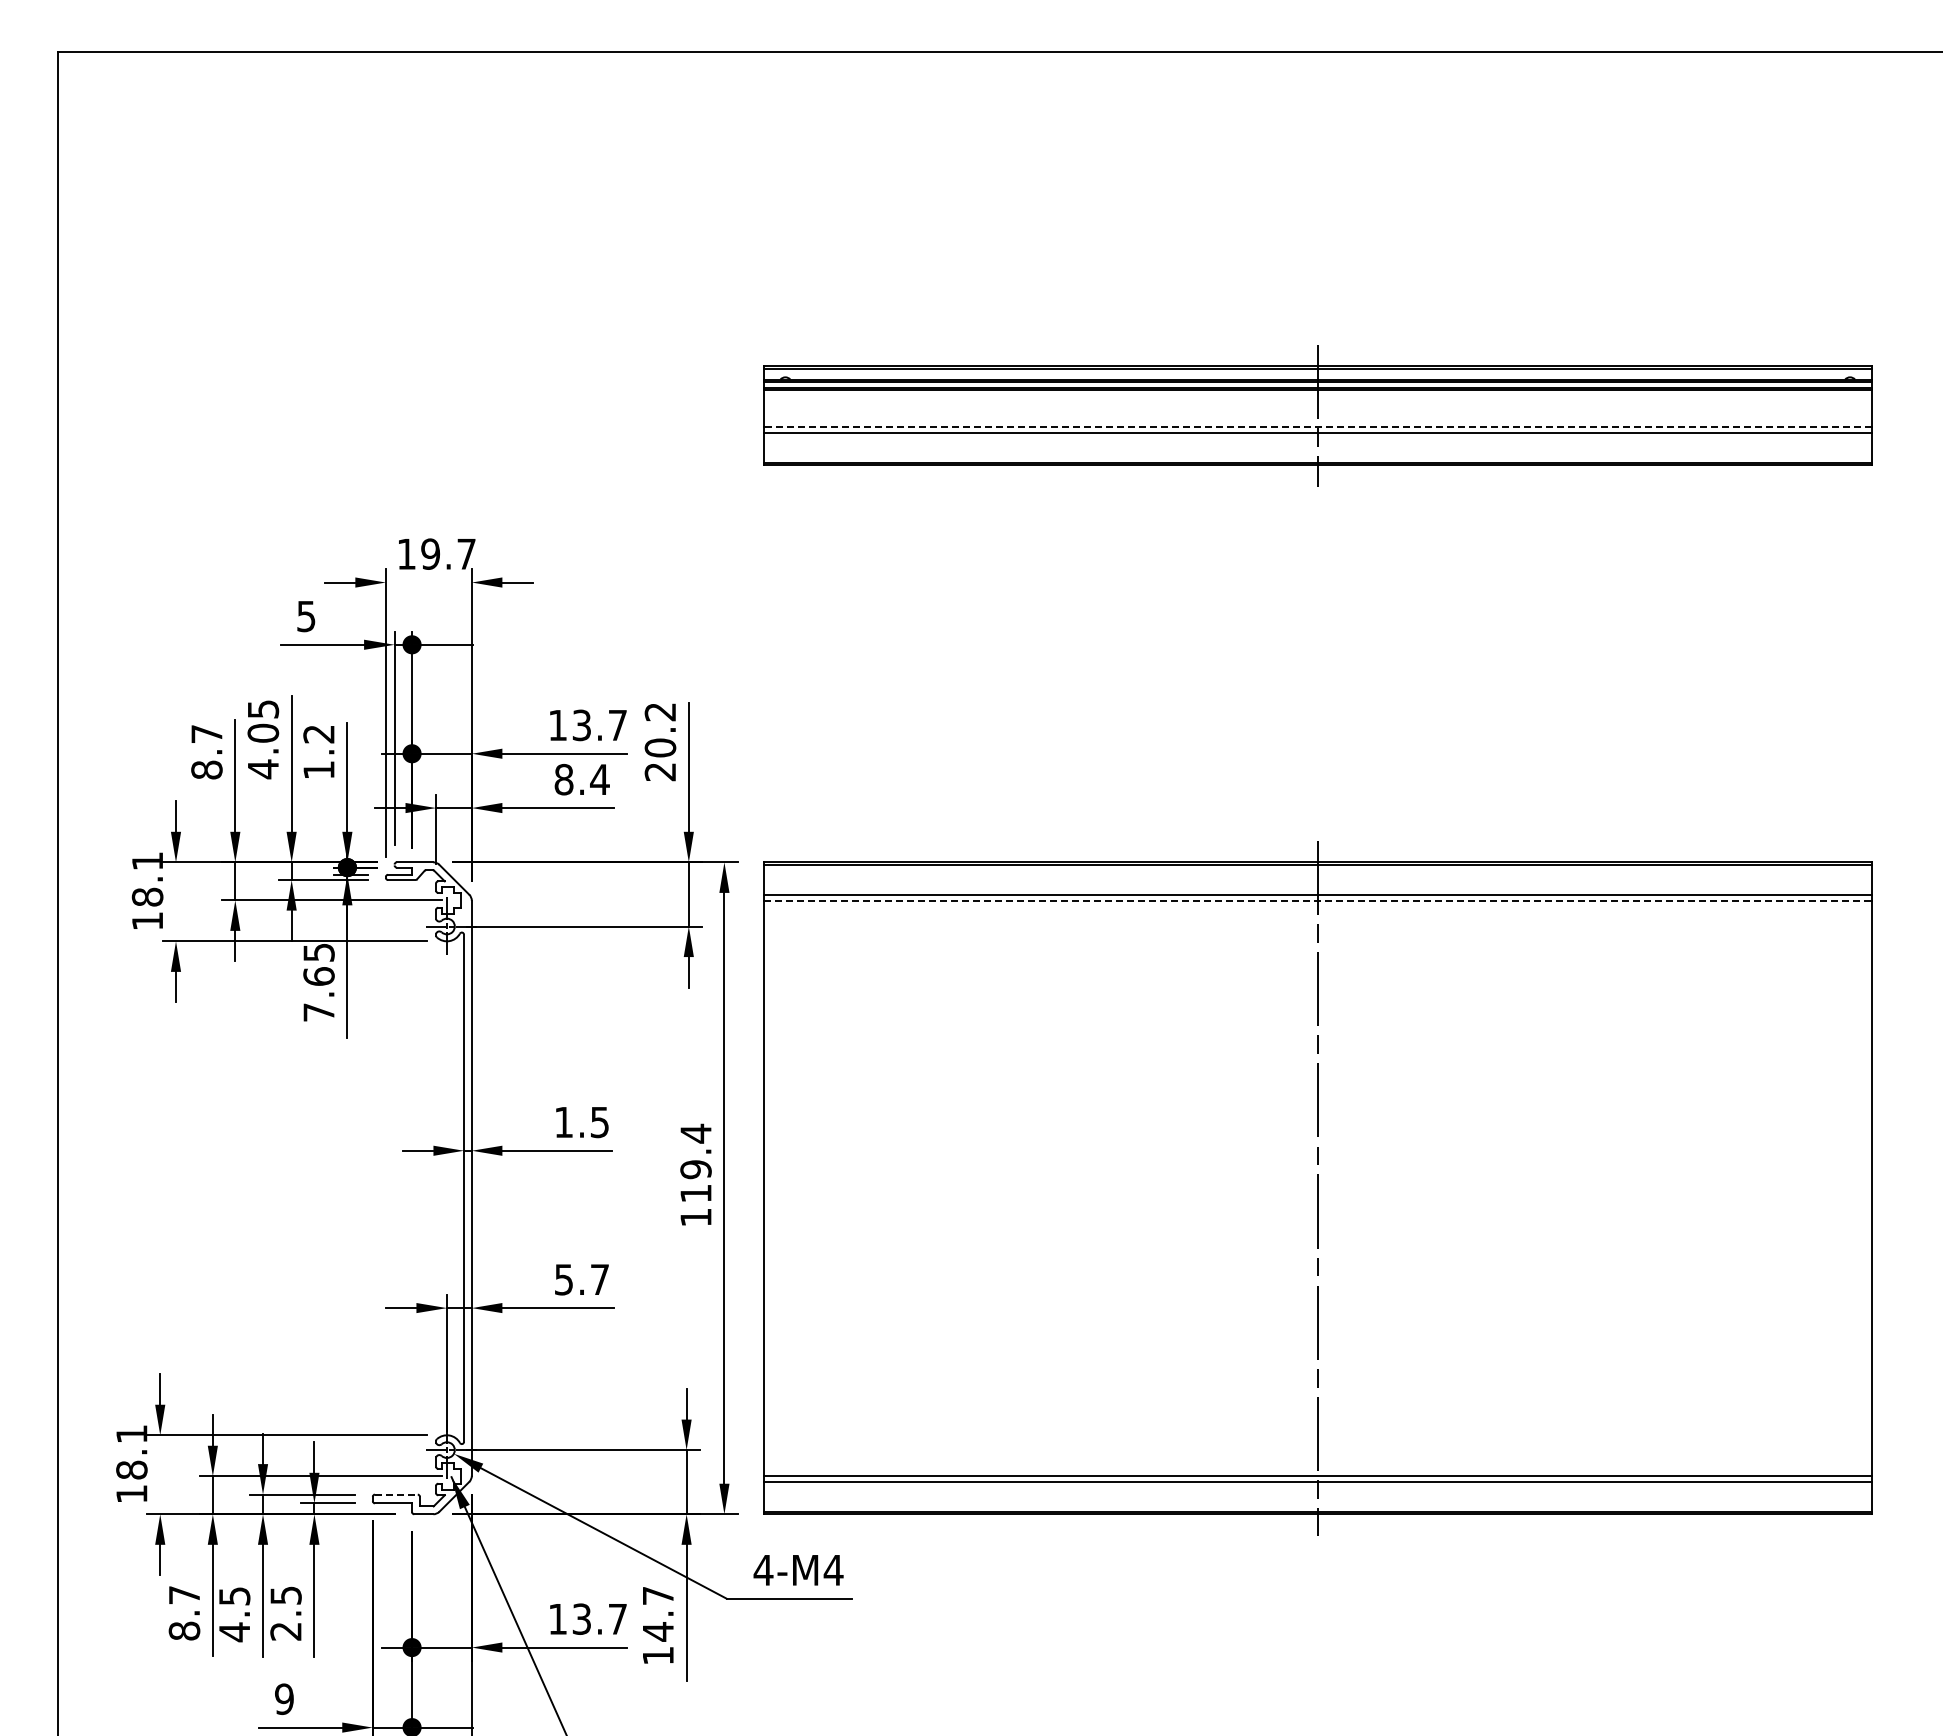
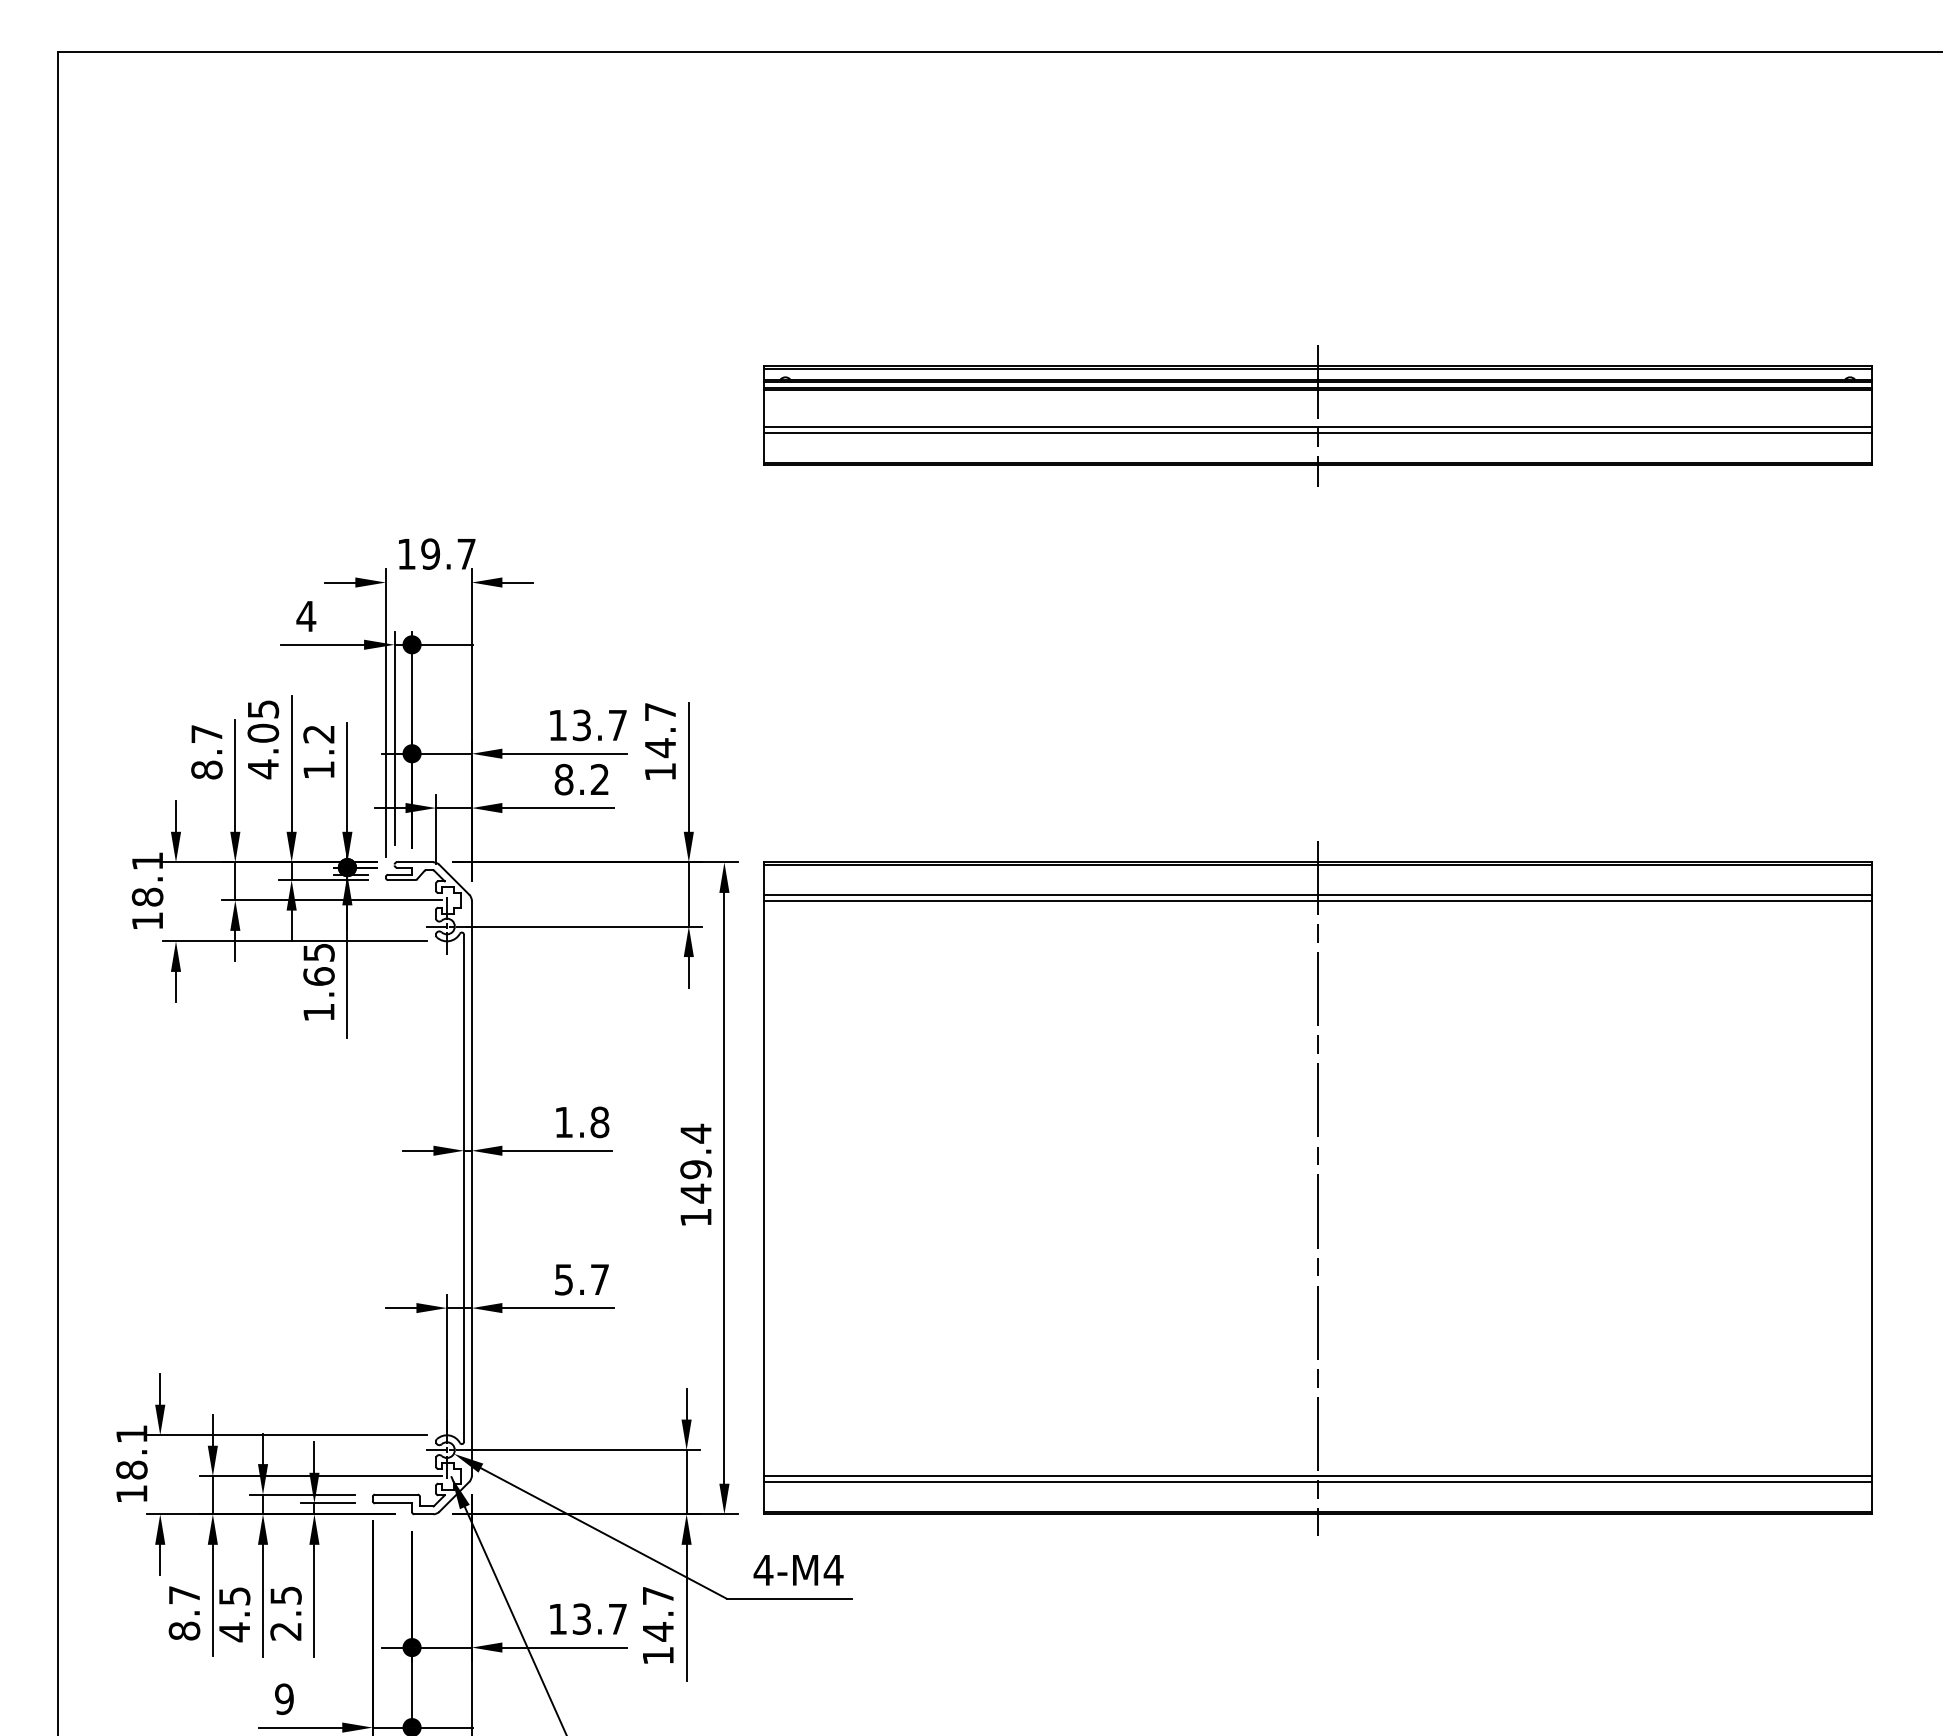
line at (1317, 426): dashed -> solid
text at (306, 616): 5 -> 4
text at (660, 742): 20.2 -> 14.7
text at (599, 778): 8.4 -> 8.2
line at (1318, 900): dashed -> solid
text at (318, 1012): 7.65 -> 1.65
text at (599, 1122): 1.5 -> 1.8
text at (695, 1193): 119.4 -> 149.4
line at (396, 1494): dashed -> solid
